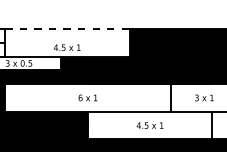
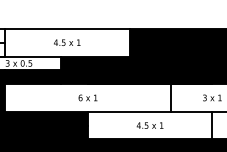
line at (67, 28): dashed -> solid
text at (67, 47) position: (67, 47) -> (67, 42)
text at (204, 97) position: (204, 97) -> (212, 97)
